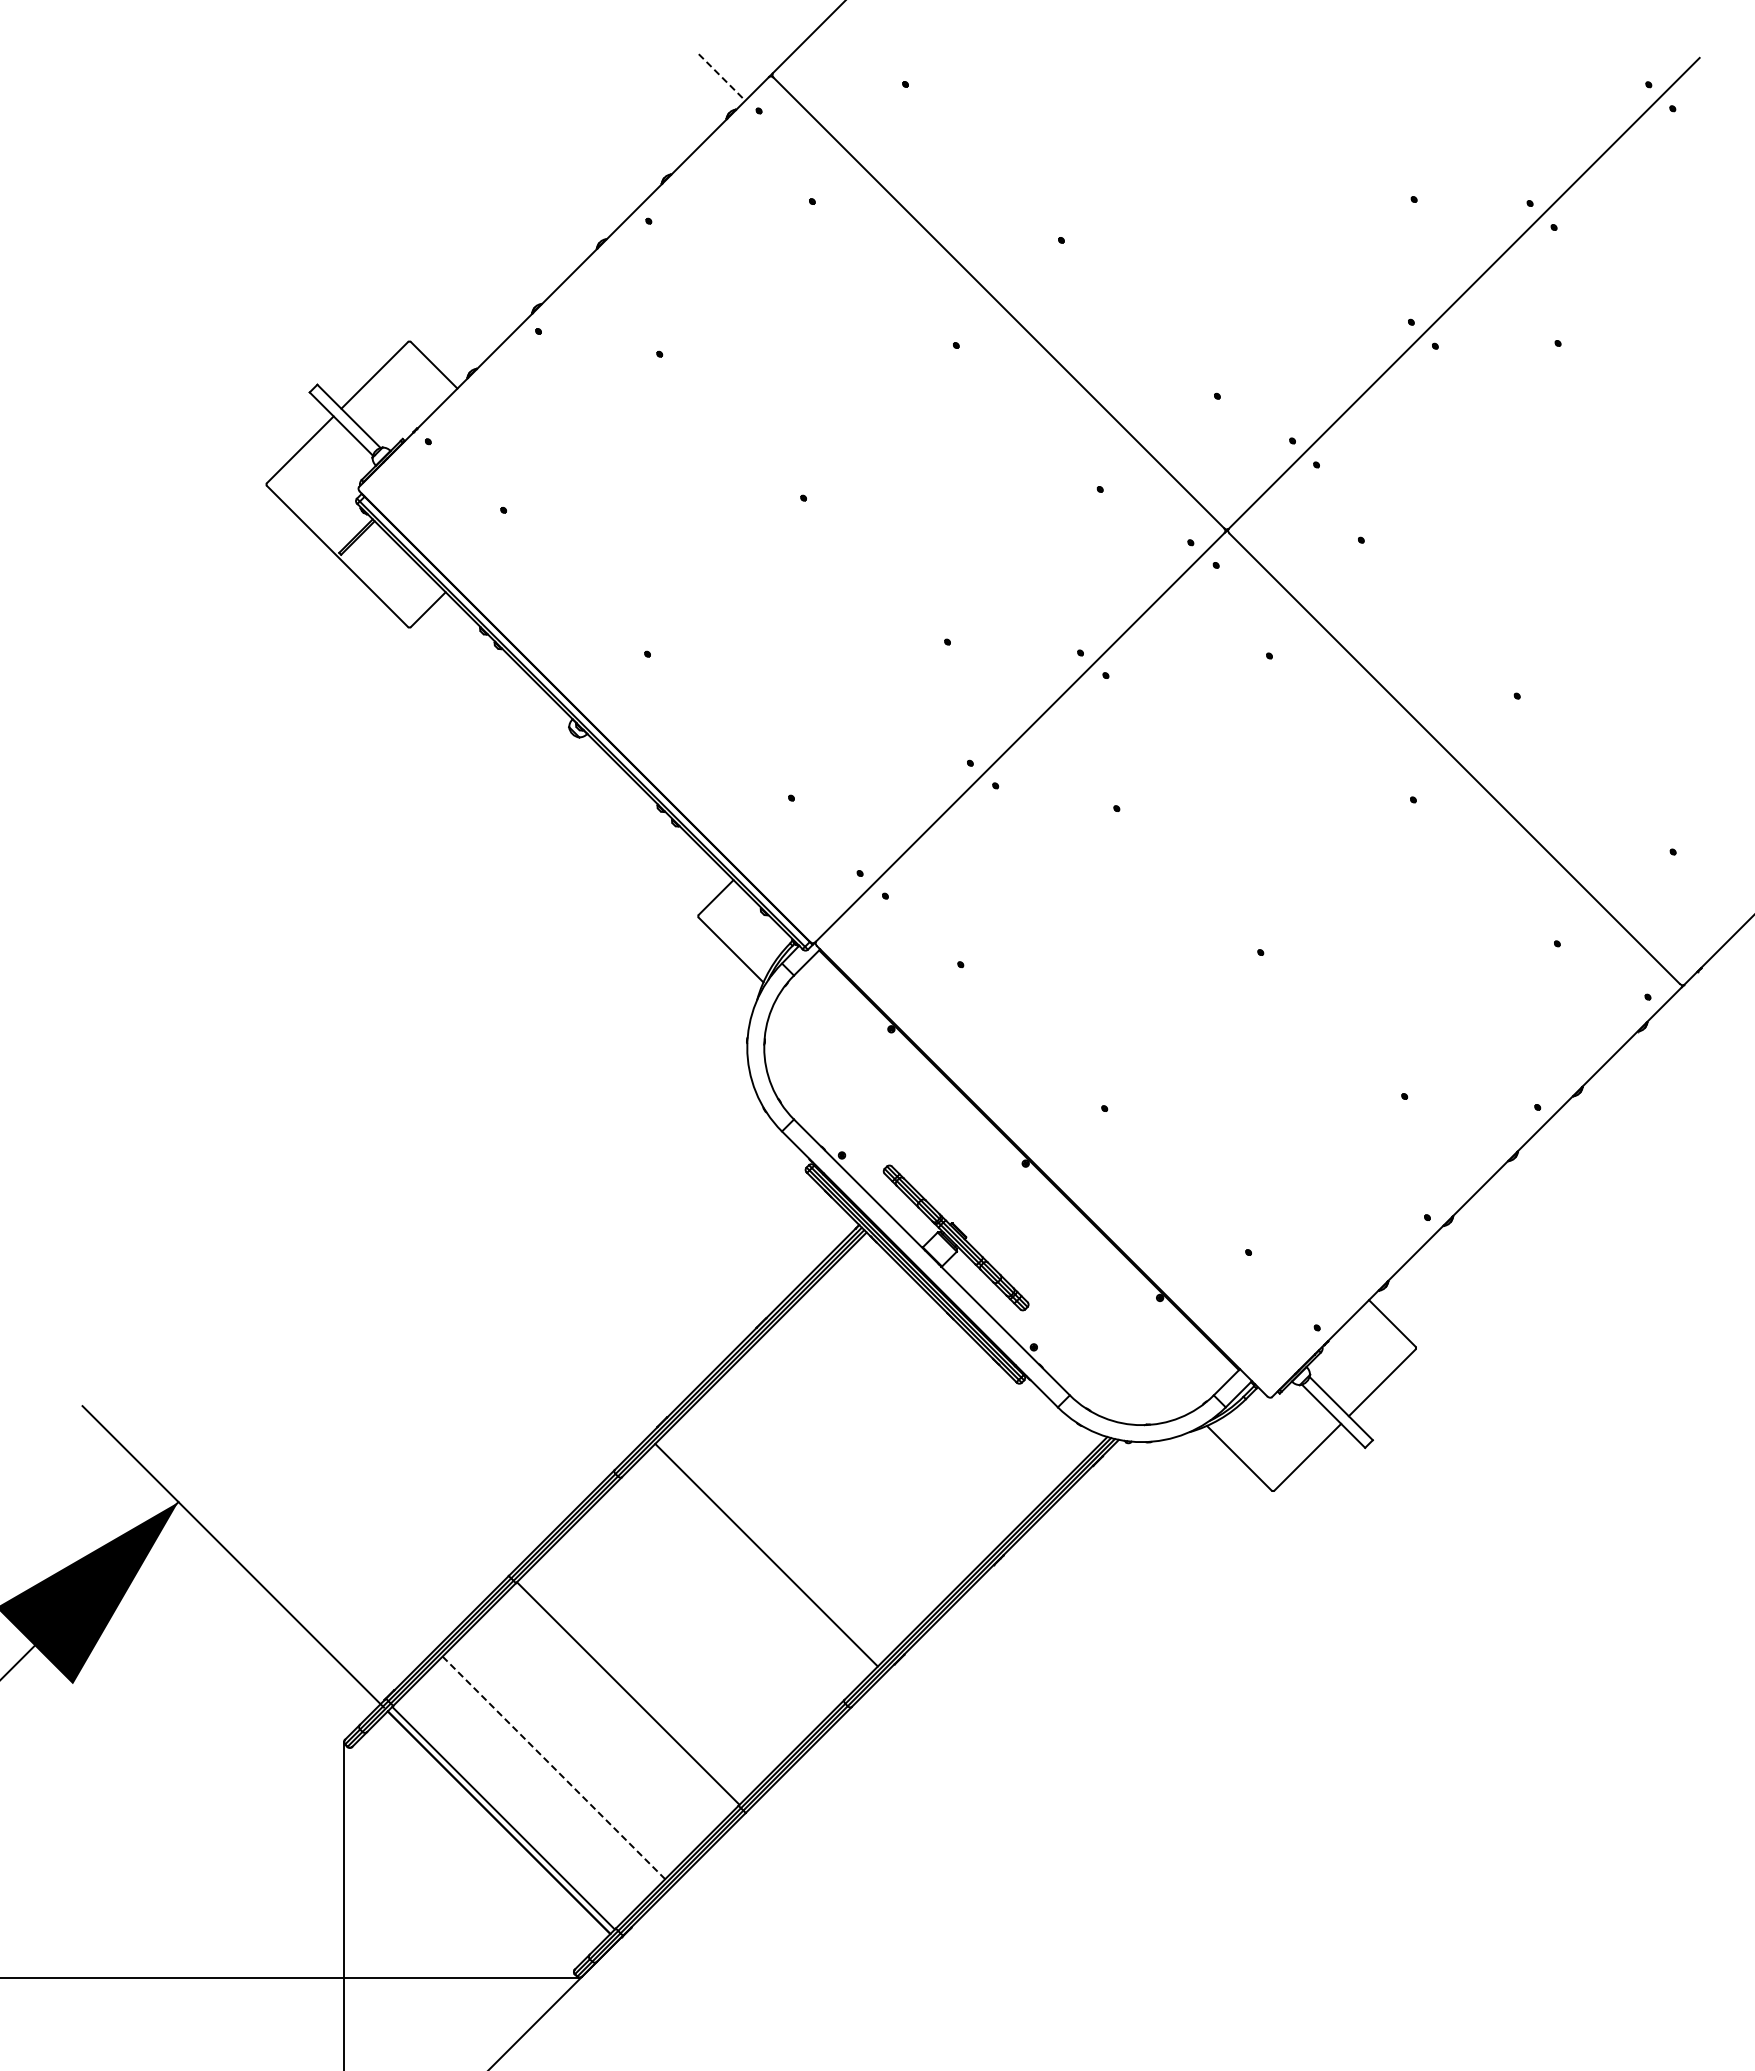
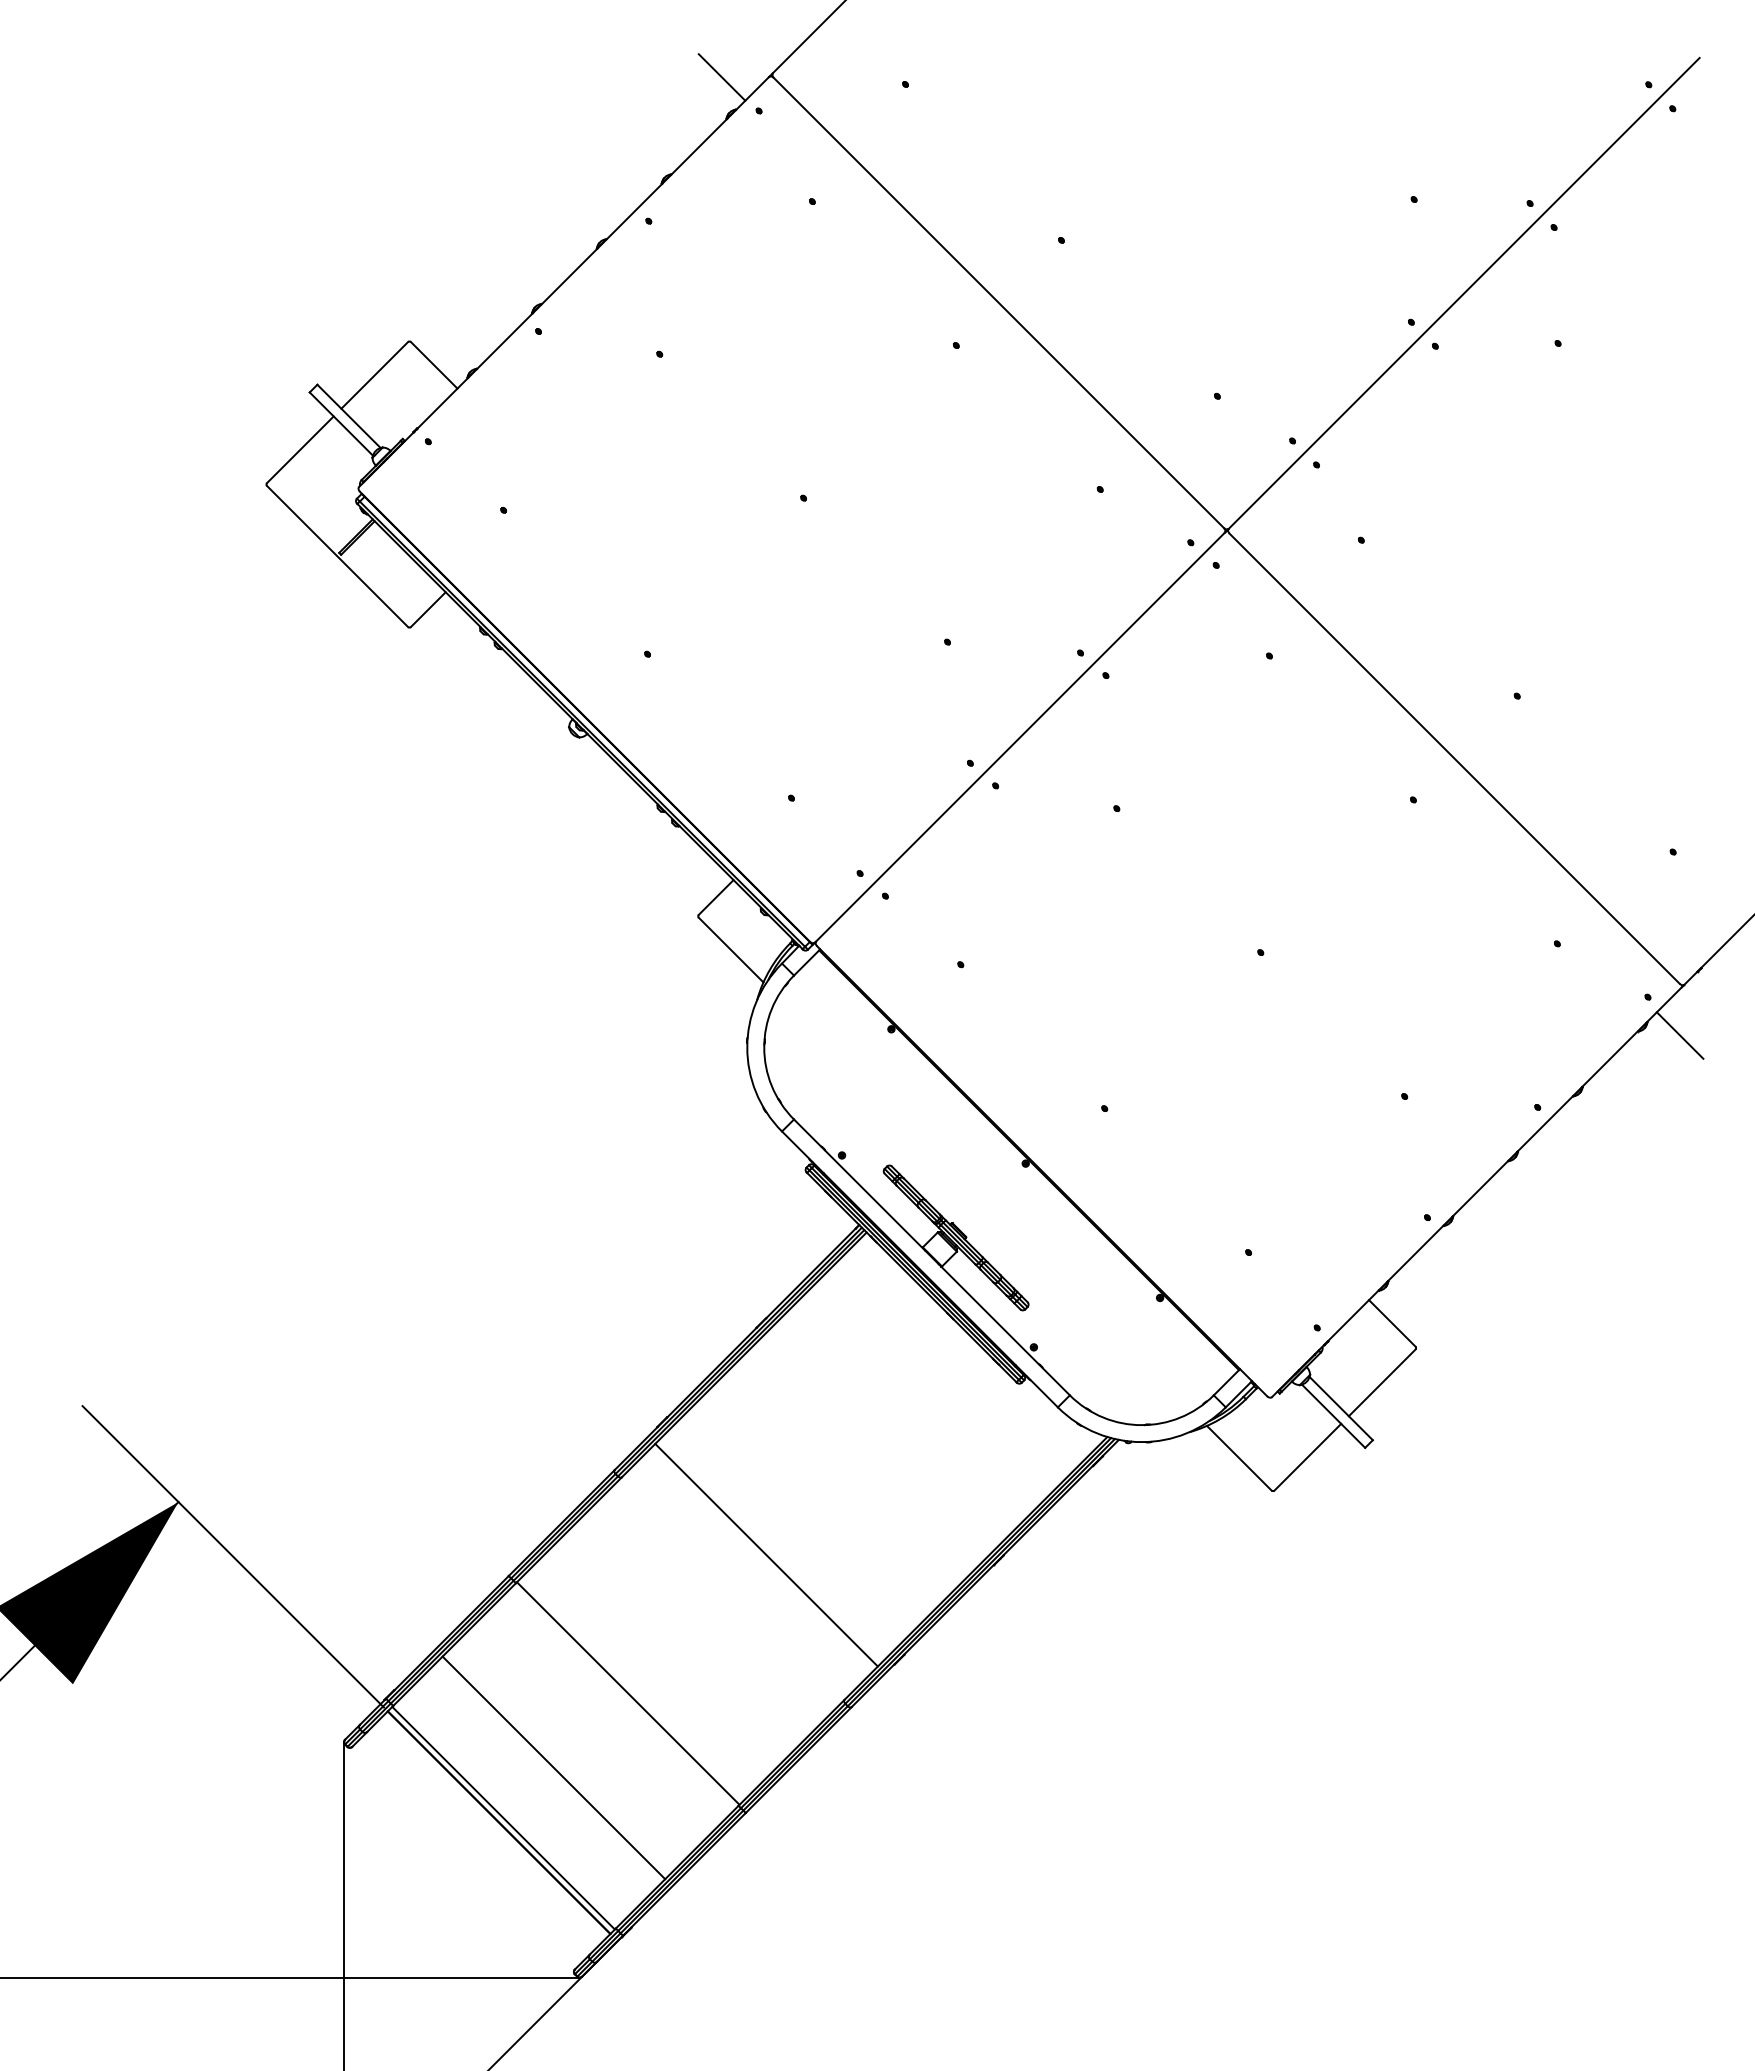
line at (722, 77): dashed -> solid
line at (1679, 1035): none -> present
line at (554, 1768): dashed -> solid
